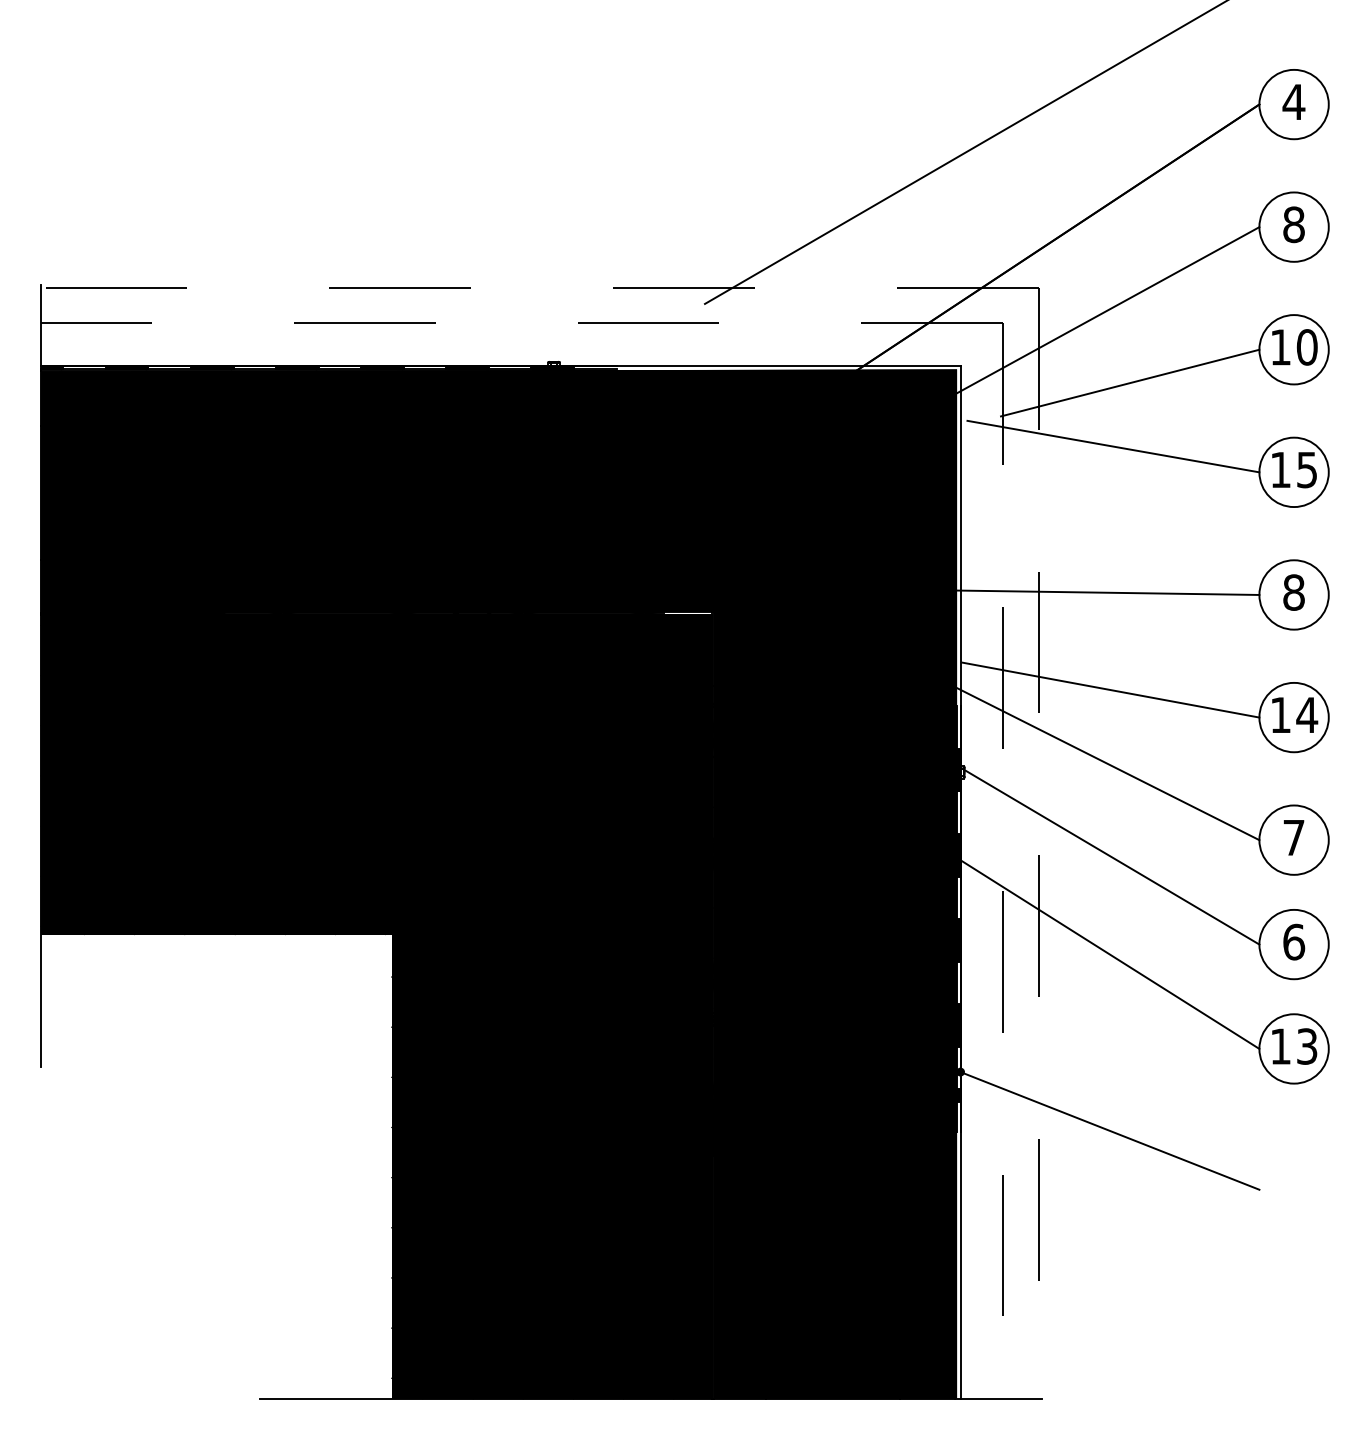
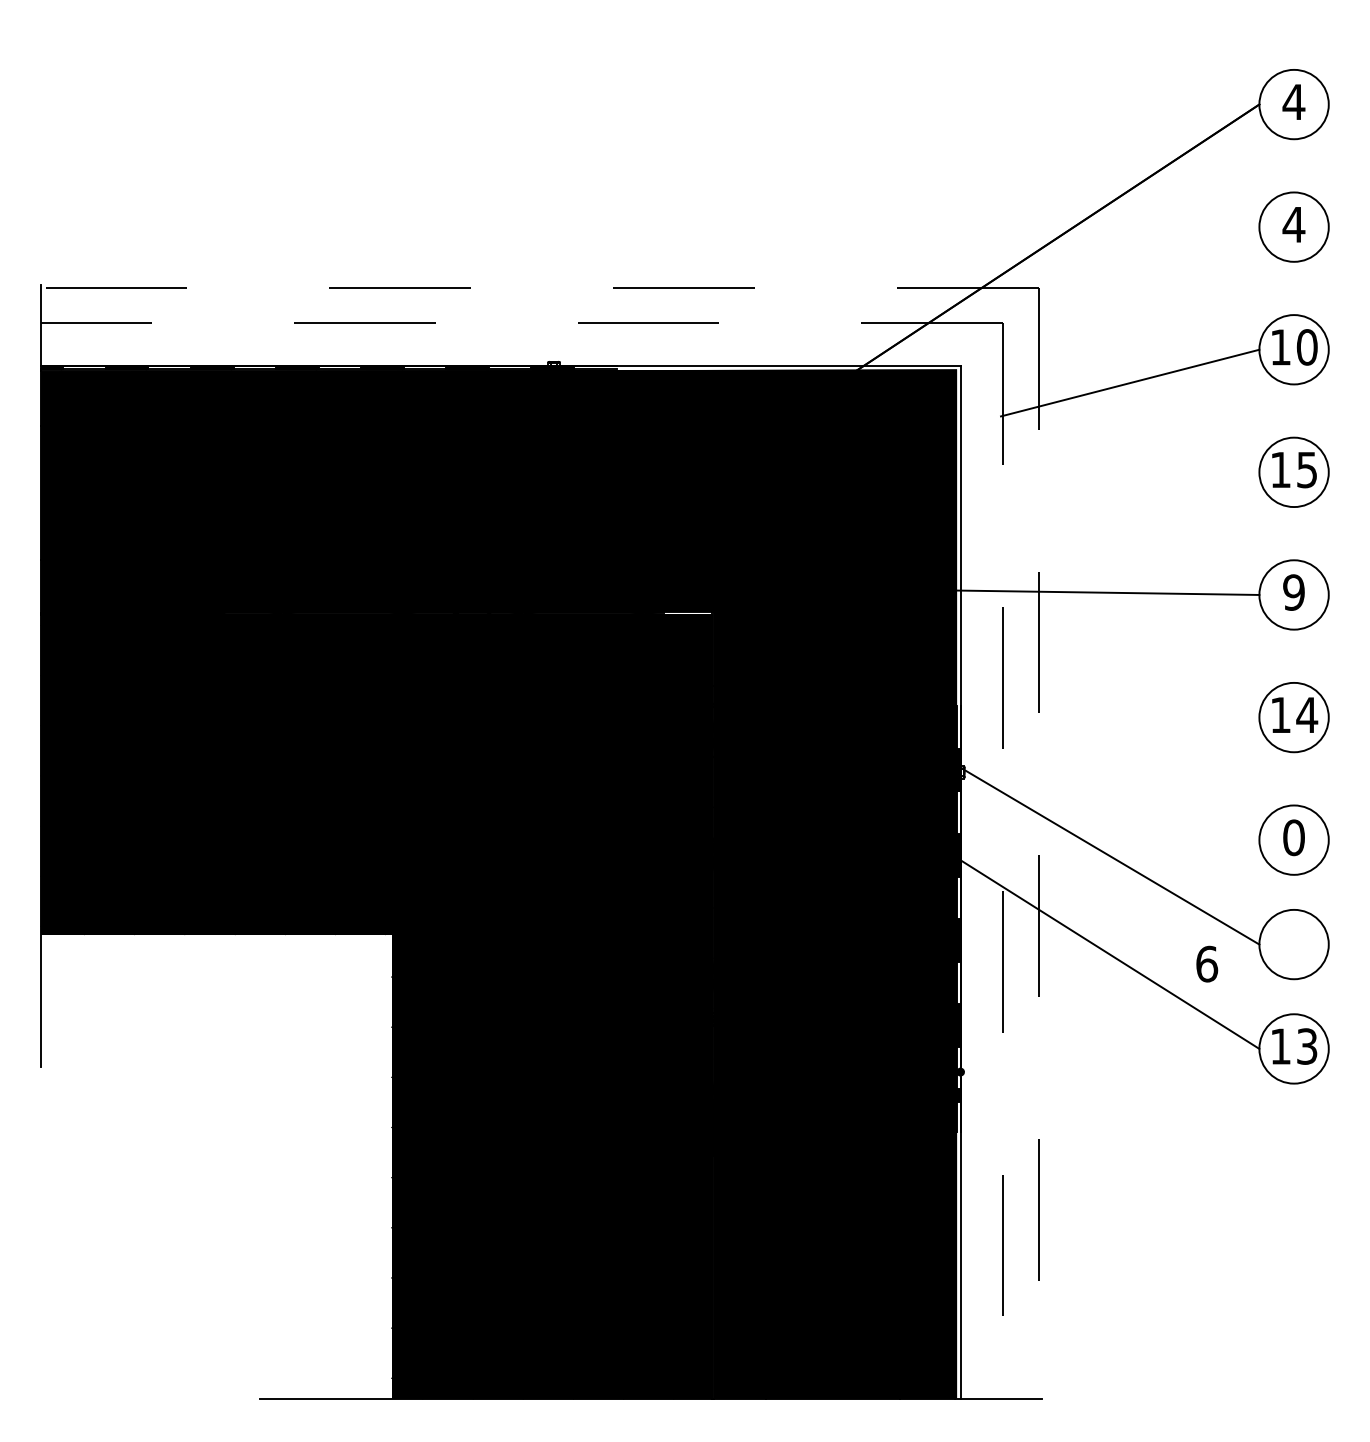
line at (964, 152): present -> none
text at (1293, 224): 8 -> 4
line at (1105, 311): present -> none
line at (1113, 446): present -> none
text at (1293, 592): 8 -> 9
line at (1110, 689): present -> none
line at (1105, 762): present -> none
text at (1293, 837): 7 -> 0
text at (1294, 941) position: (1294, 941) -> (1207, 963)
line at (1109, 1130): present -> none
